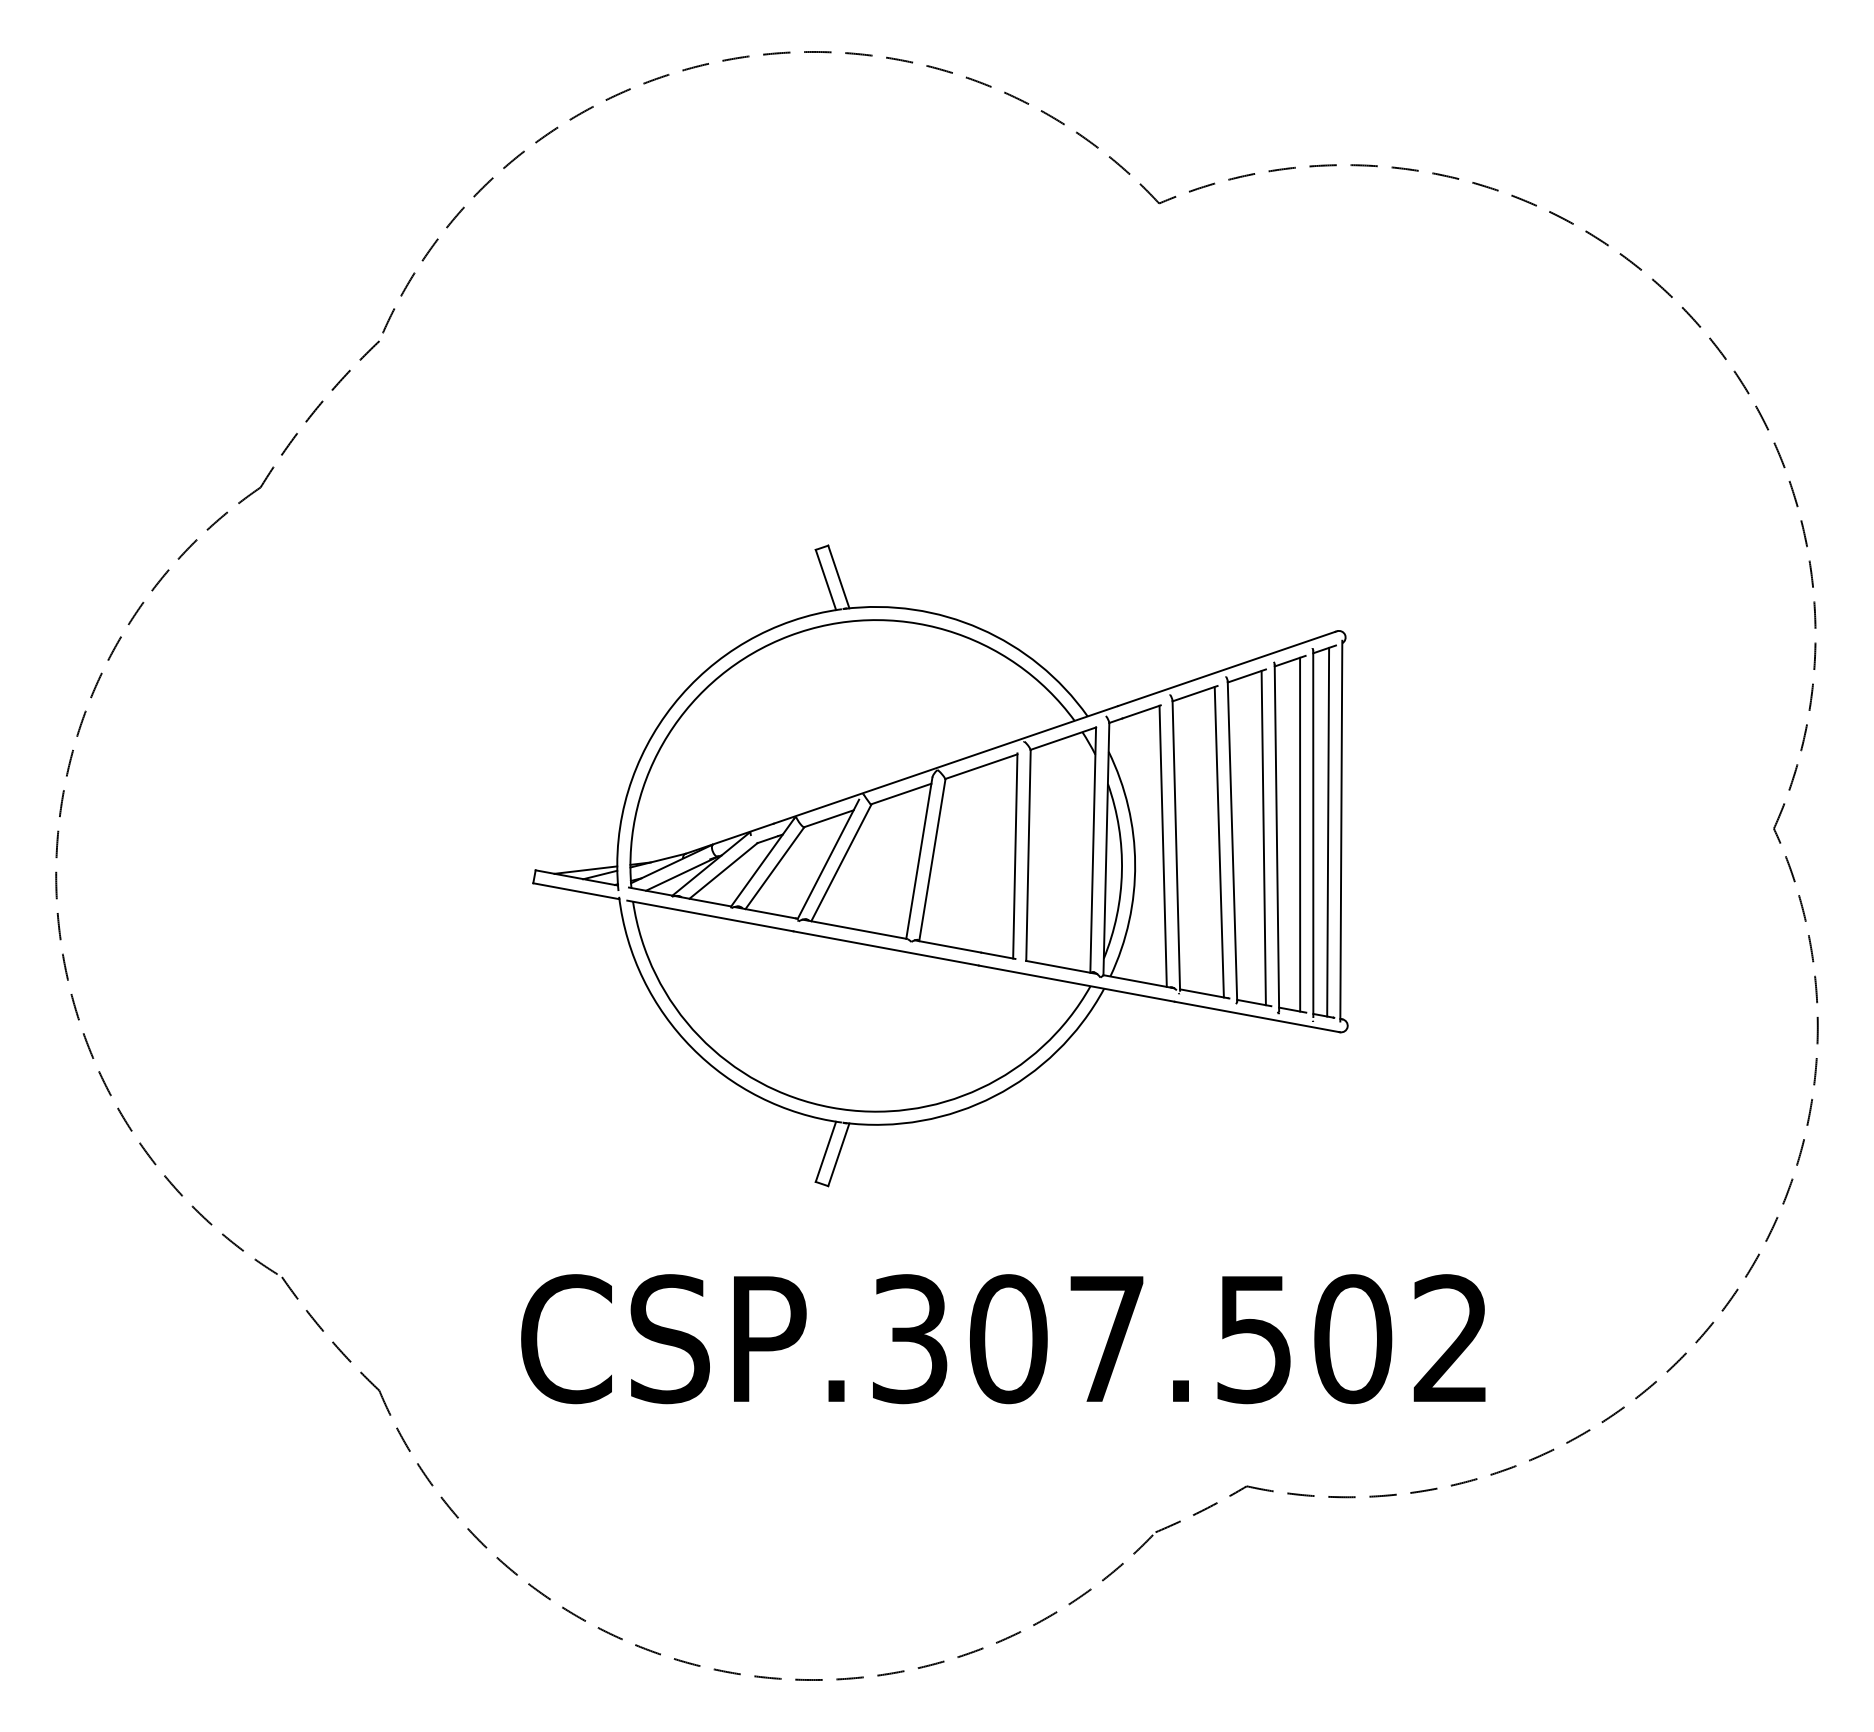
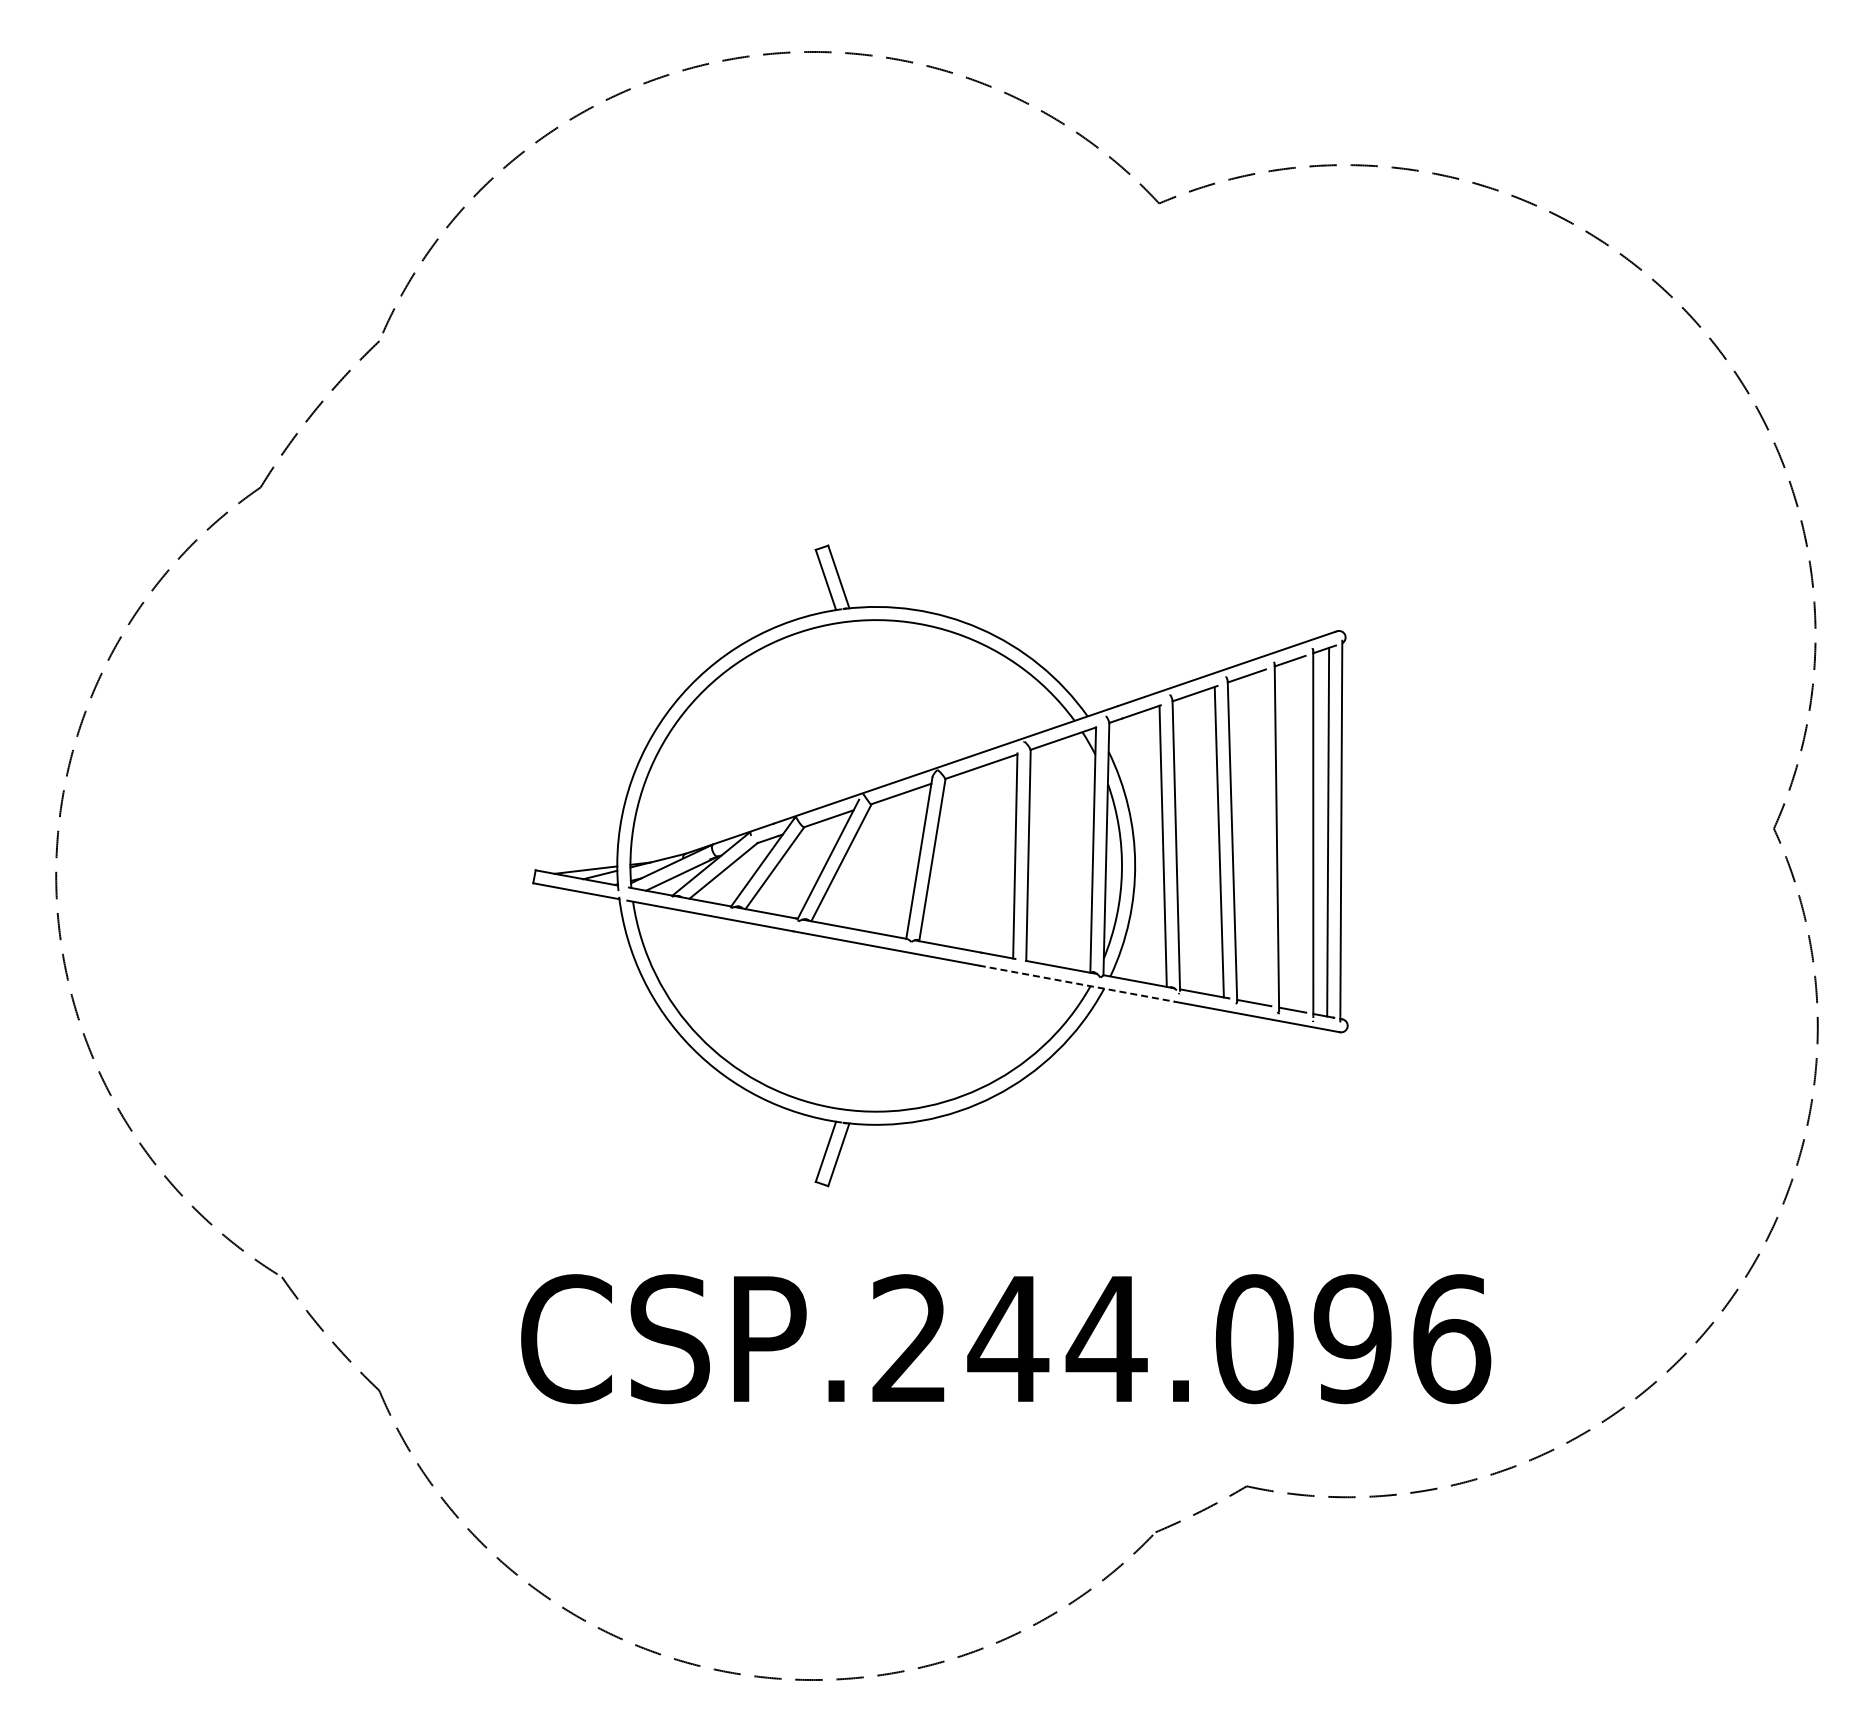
line at (1300, 834): present -> none
line at (1263, 837): present -> none
line at (1076, 983): solid -> dashed
text at (1181, 1339): CSP.307.502 -> CSP.244.096
